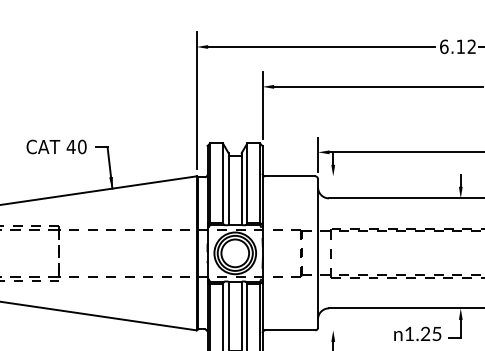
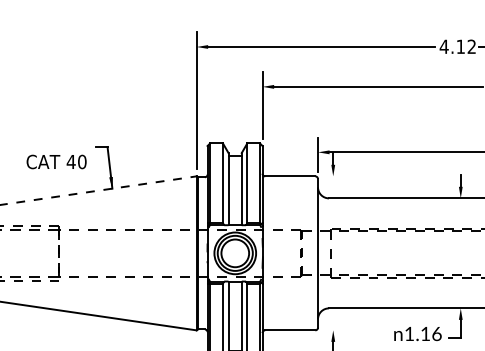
text at (443, 46): 6.12 -> 4.12
text at (56, 146) position: (56, 146) -> (56, 161)
line at (98, 190): solid -> dashed
text at (430, 333): 1.25 -> 1.16
